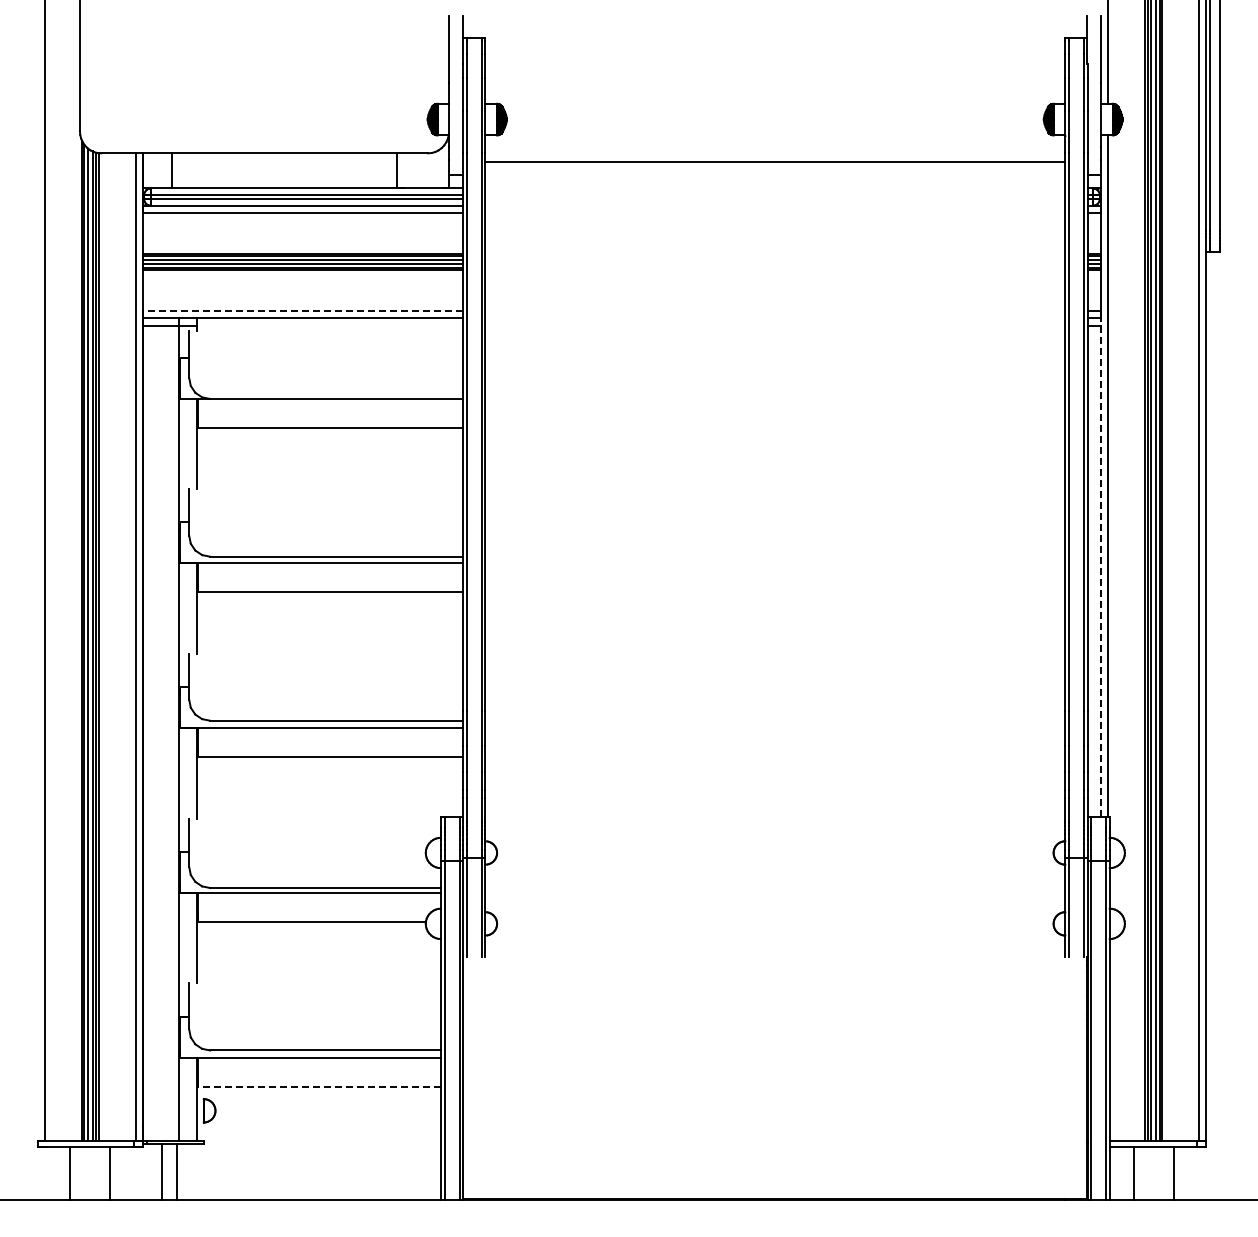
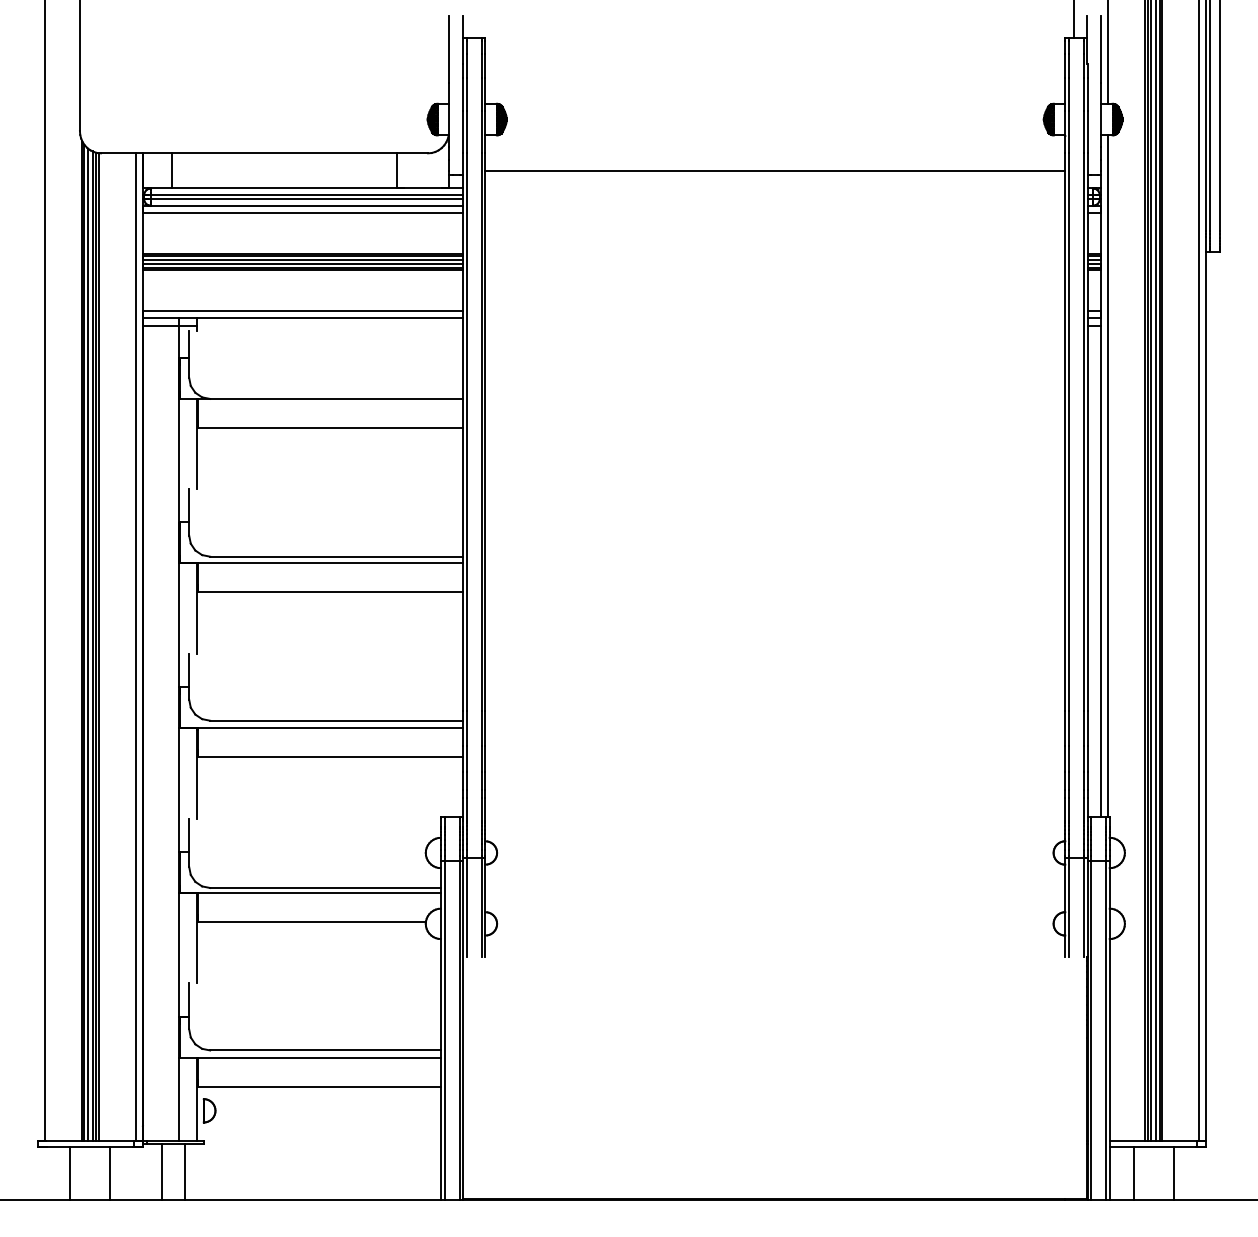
line at (1074, 19): none -> present
line at (775, 161) position: (775, 161) -> (775, 170)
line at (302, 311): dashed -> solid
line at (1101, 567): dashed -> solid
line at (319, 1087): dashed -> solid
line at (177, 1171) position: (177, 1171) -> (185, 1171)
